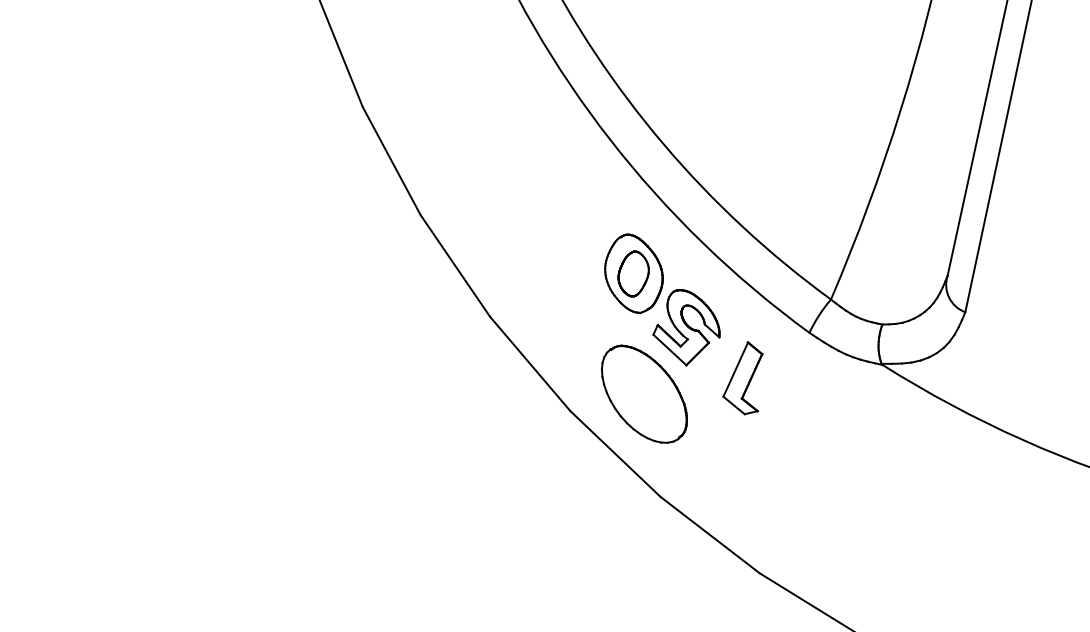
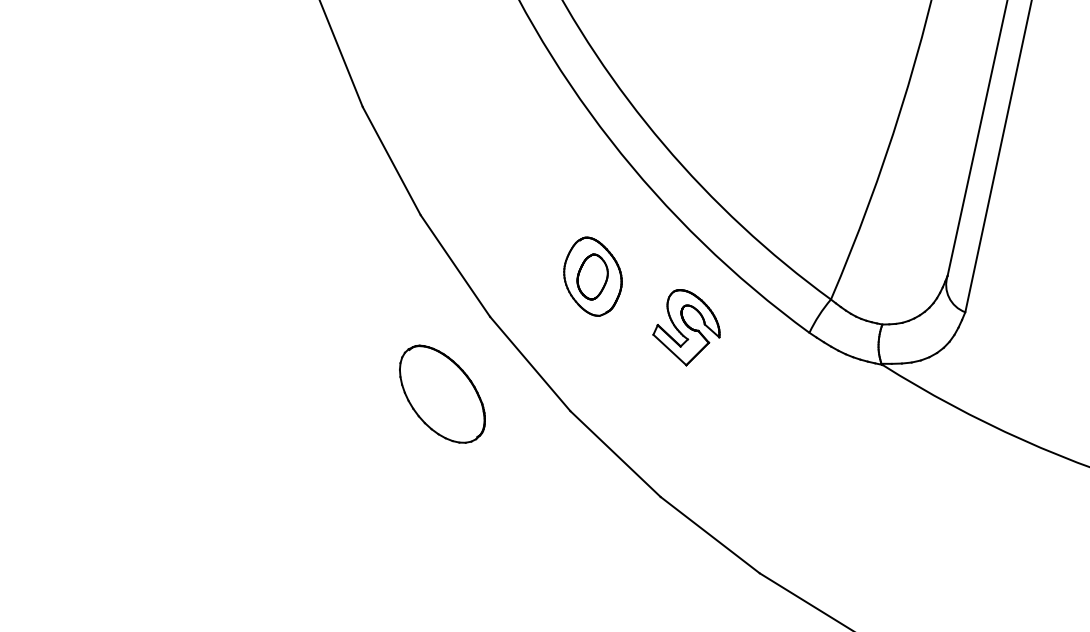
part at (633, 273) position: (633, 273) -> (592, 276)
part at (742, 378): present -> none
part at (644, 393) position: (644, 393) -> (442, 393)
